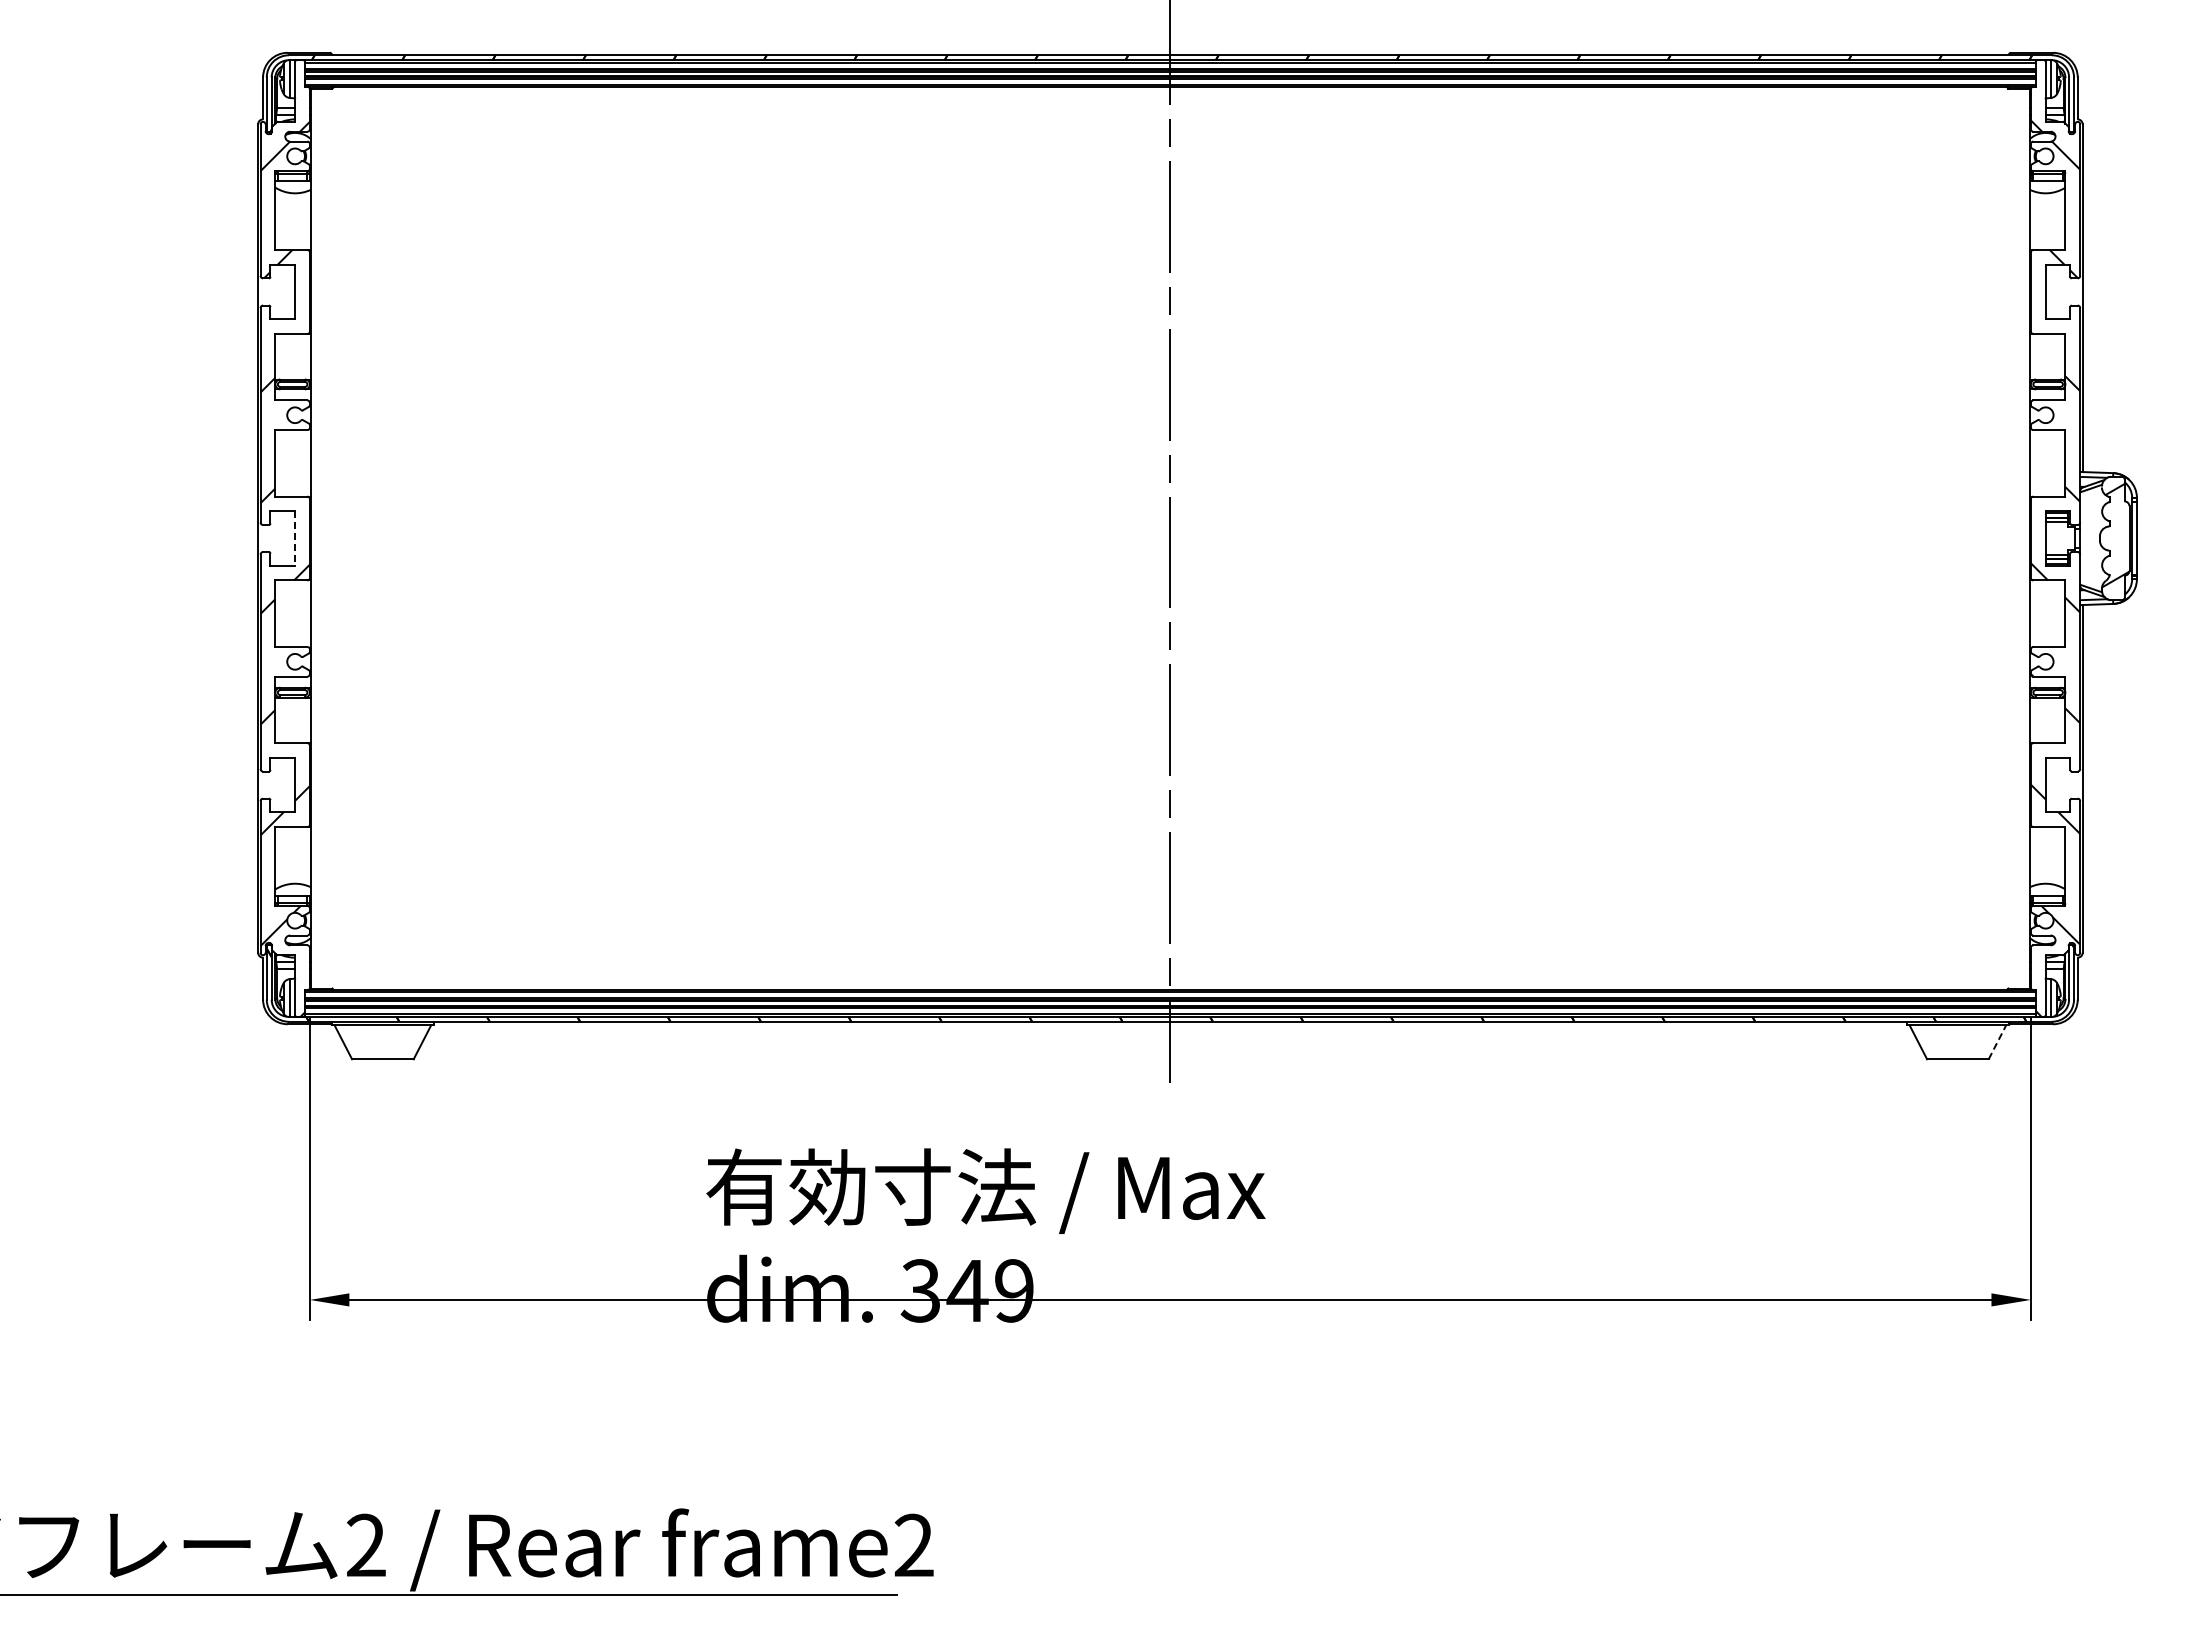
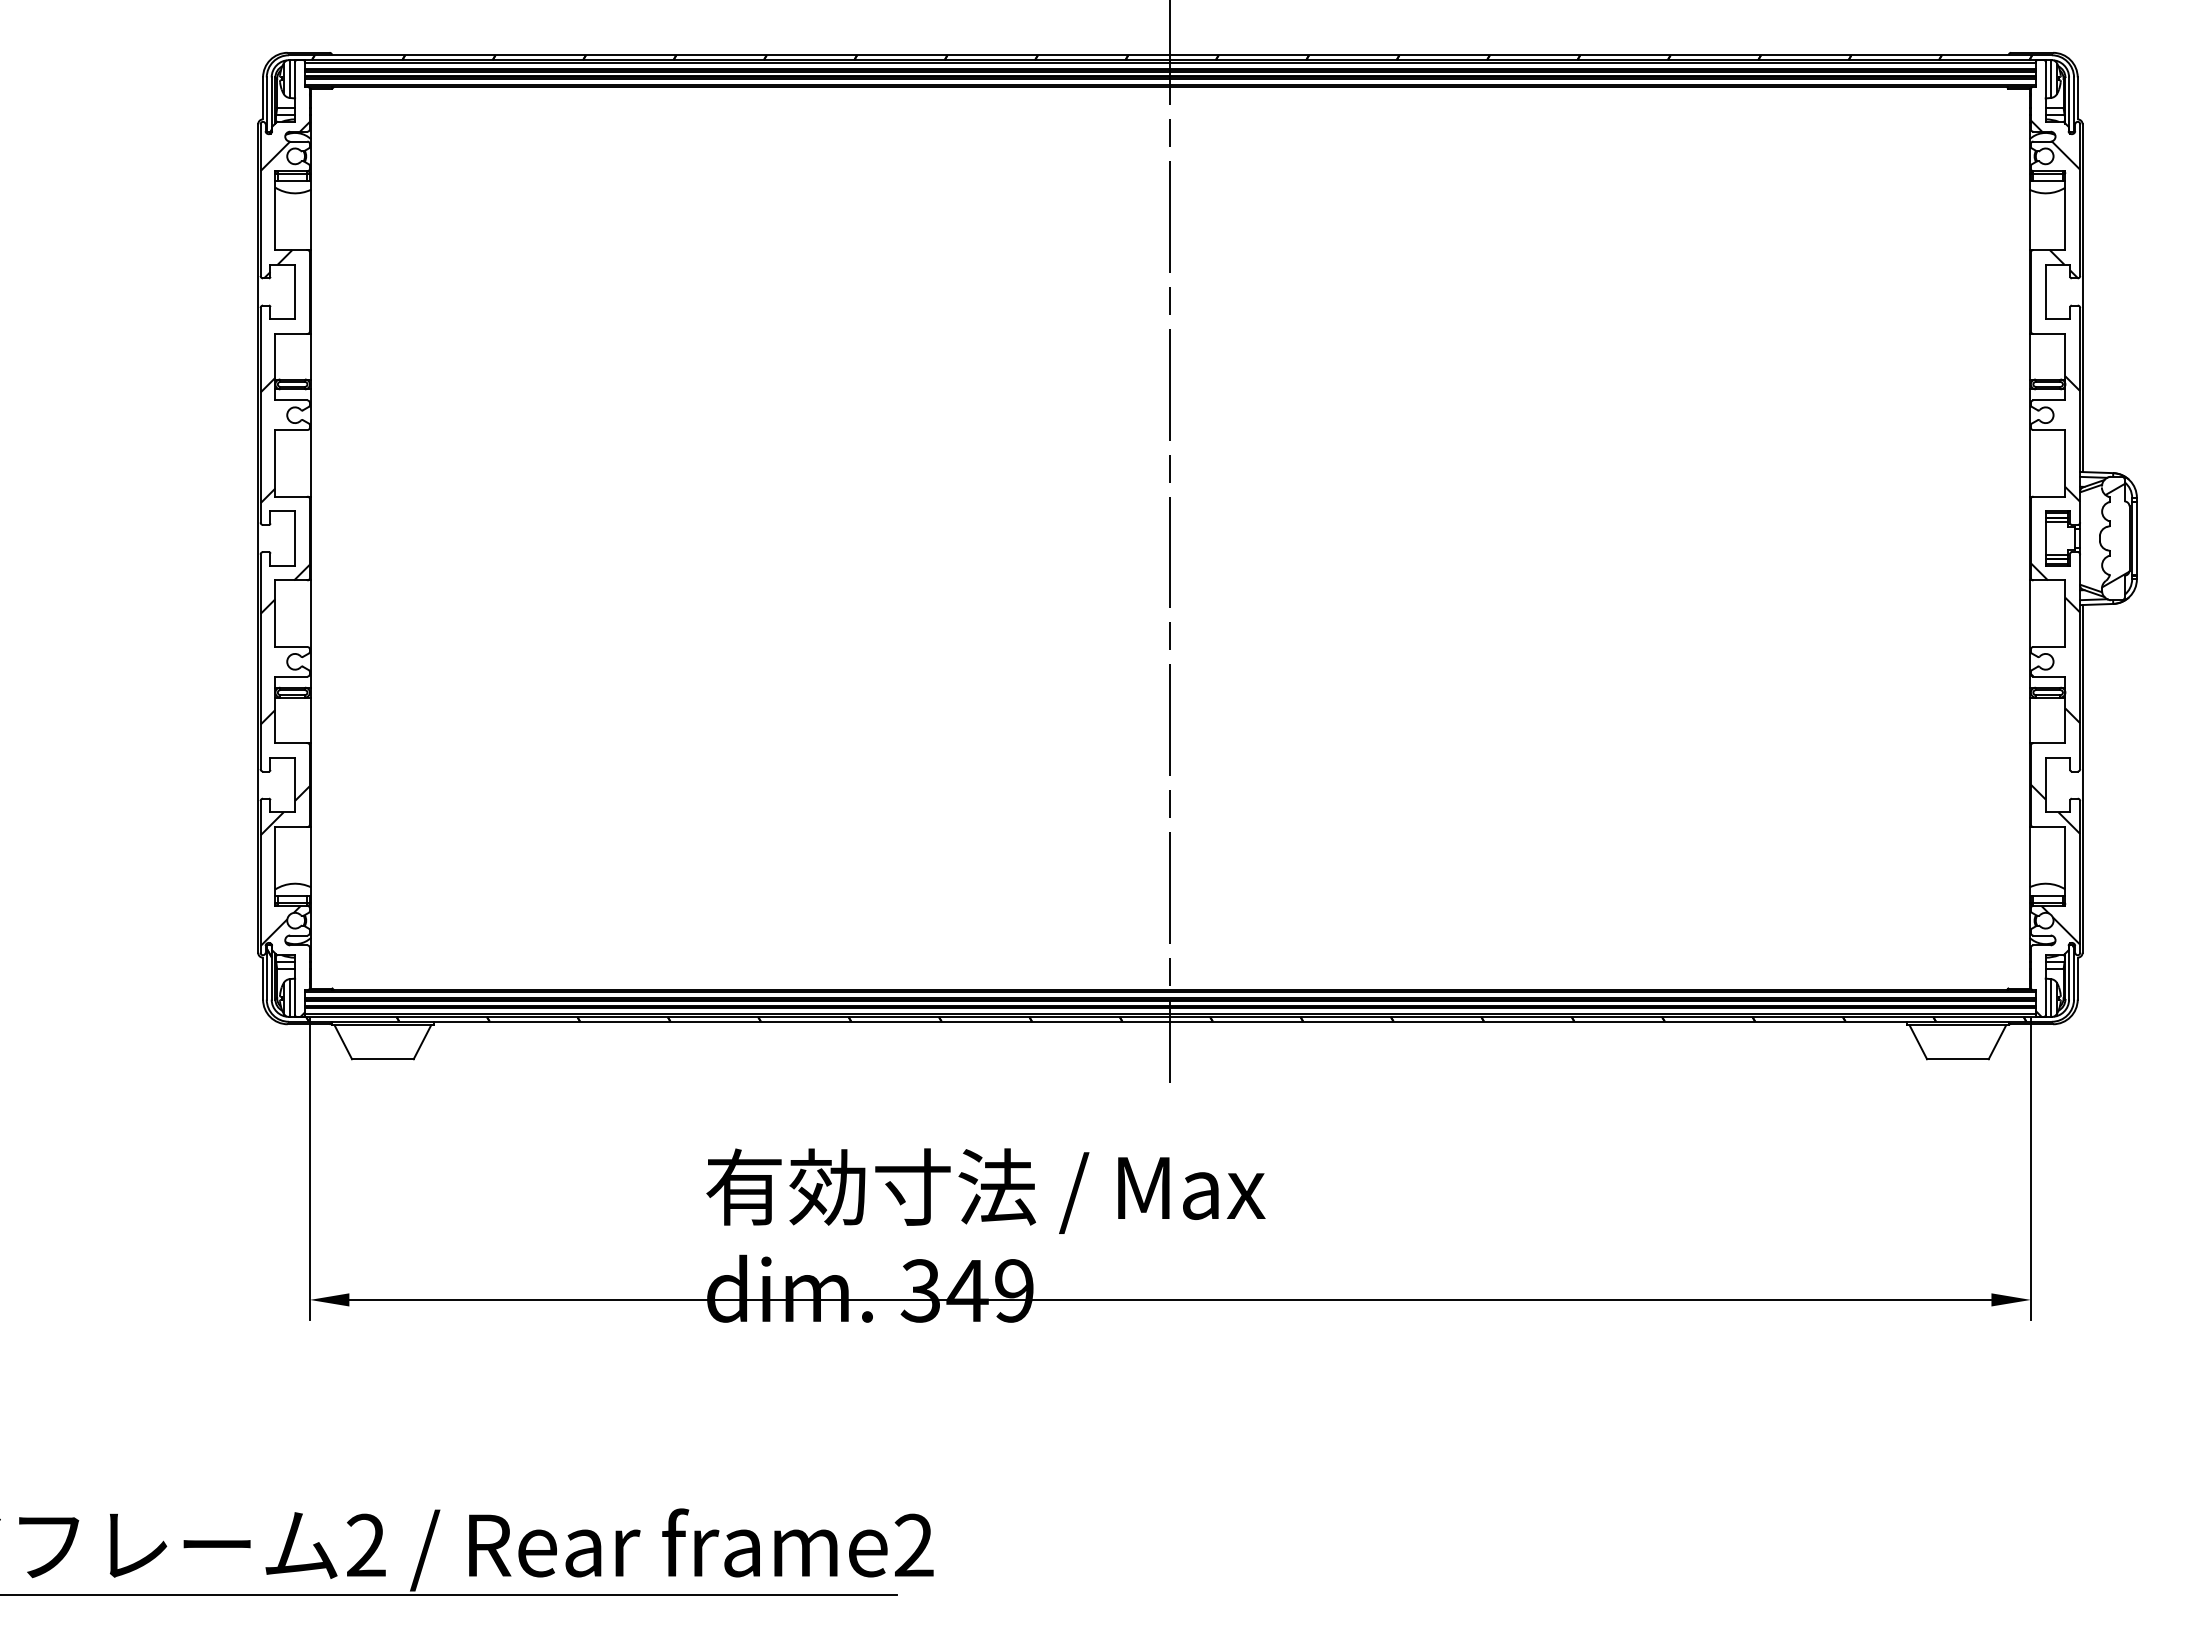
line at (295, 539): dashed -> solid
line at (1997, 1041): dashed -> solid
